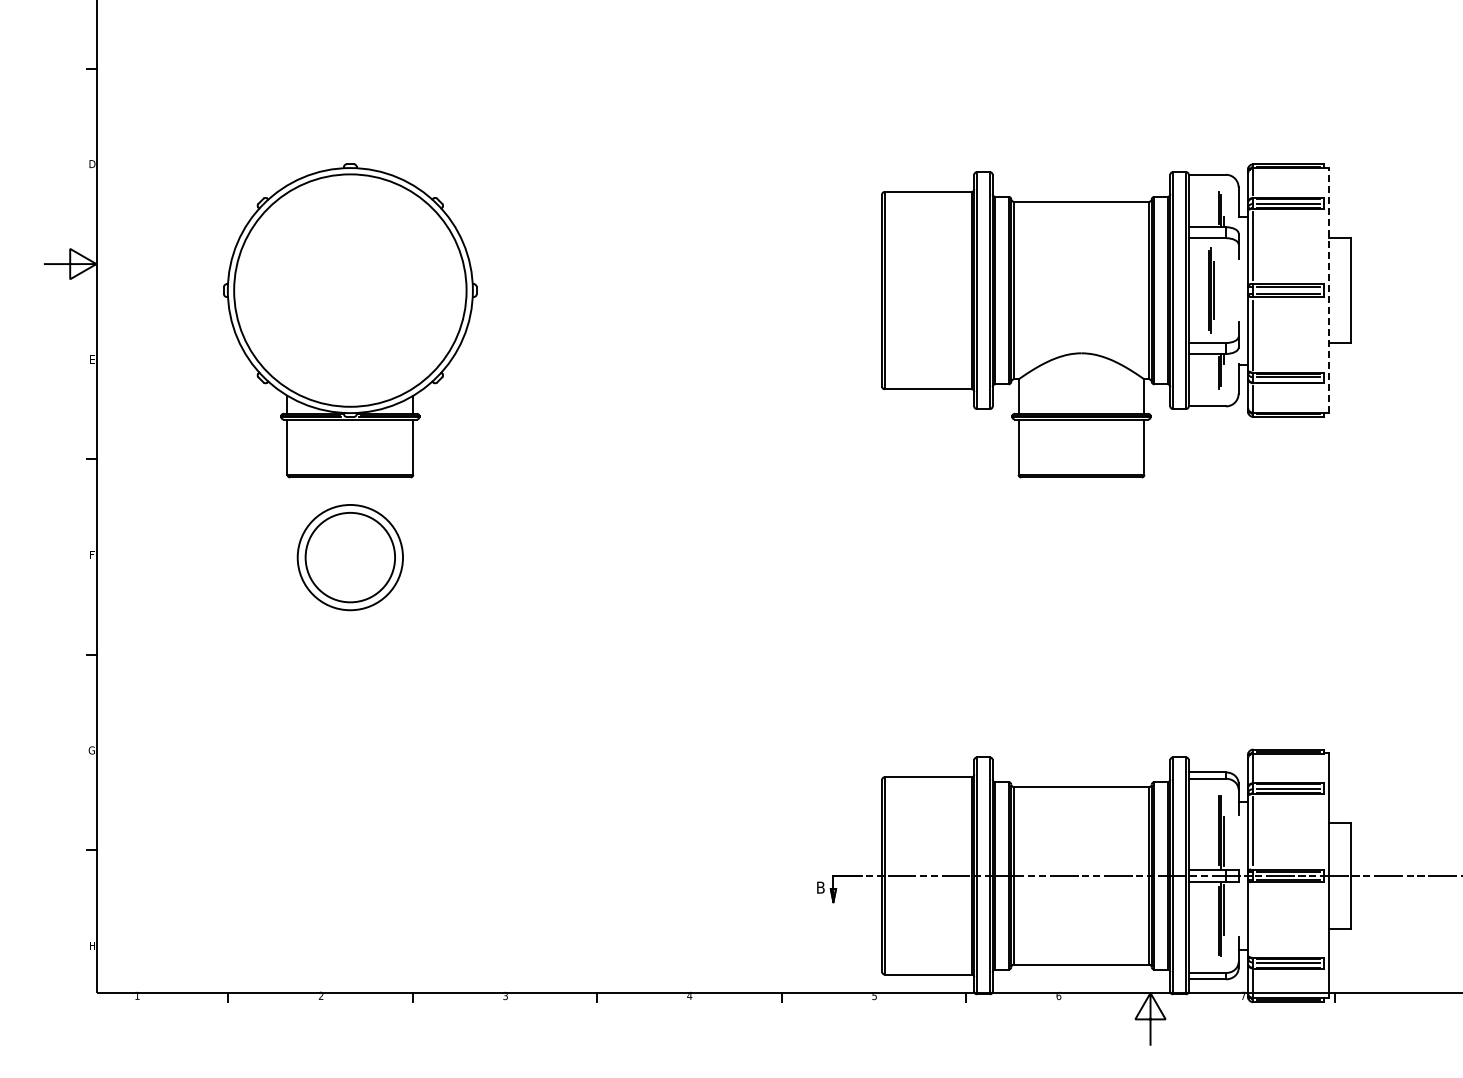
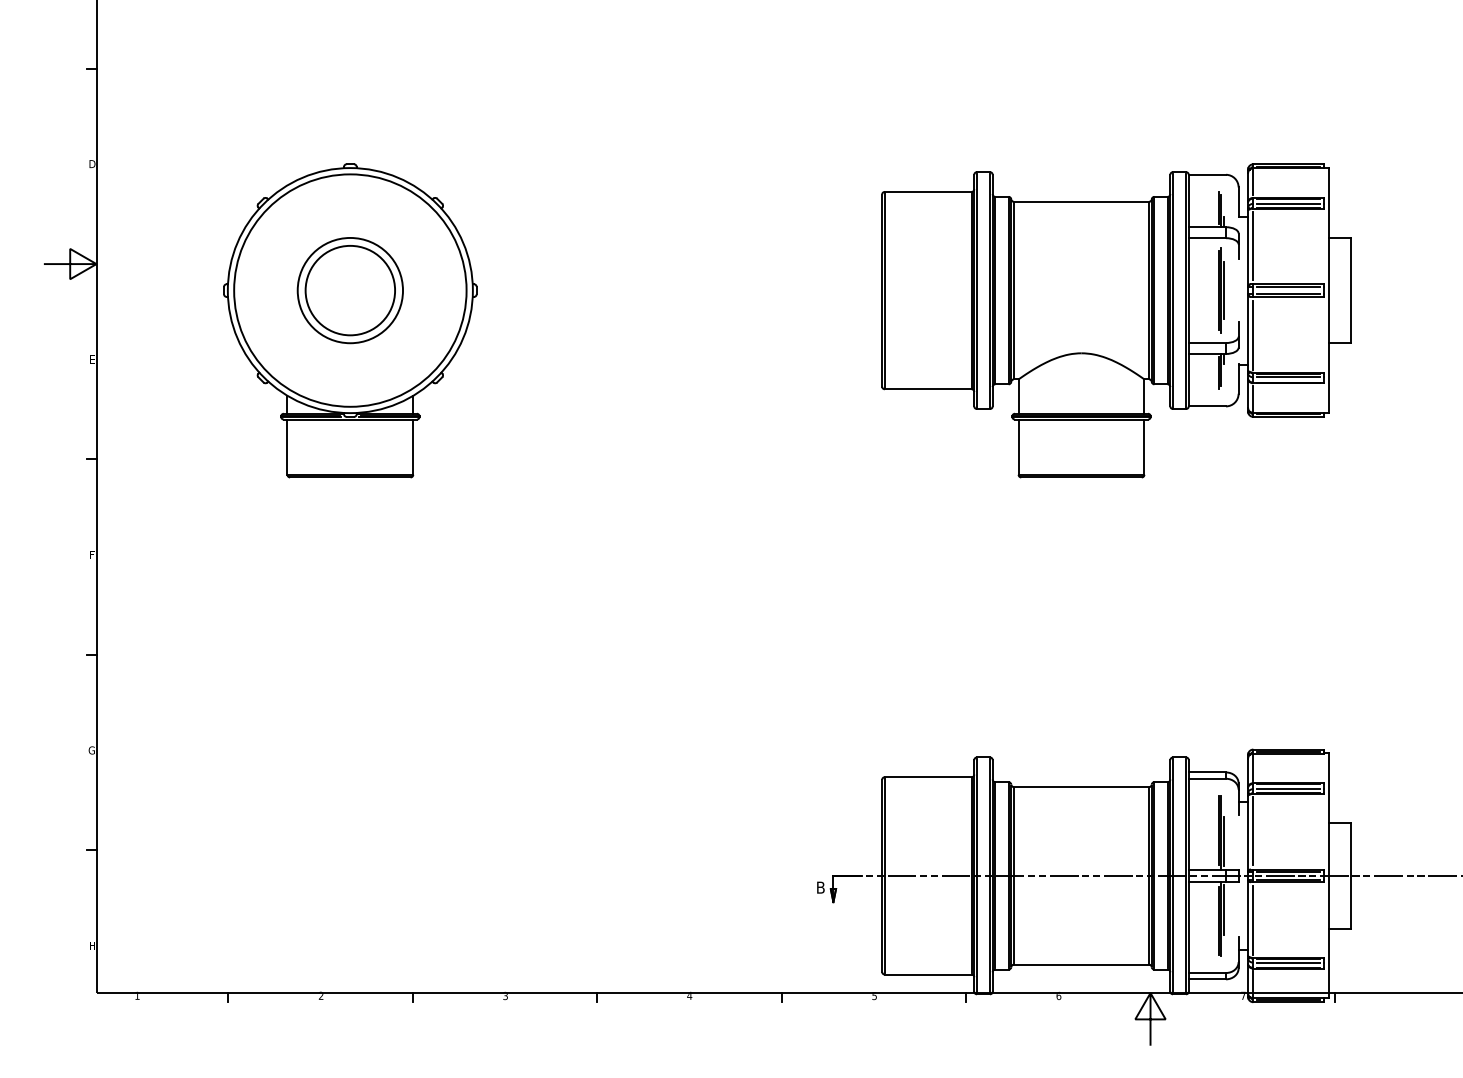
part at (1211, 290) position: (1211, 290) -> (1221, 290)
line at (1329, 290): dashed -> solid
part at (349, 557) position: (349, 557) -> (349, 290)
line at (1253, 920): none -> present
